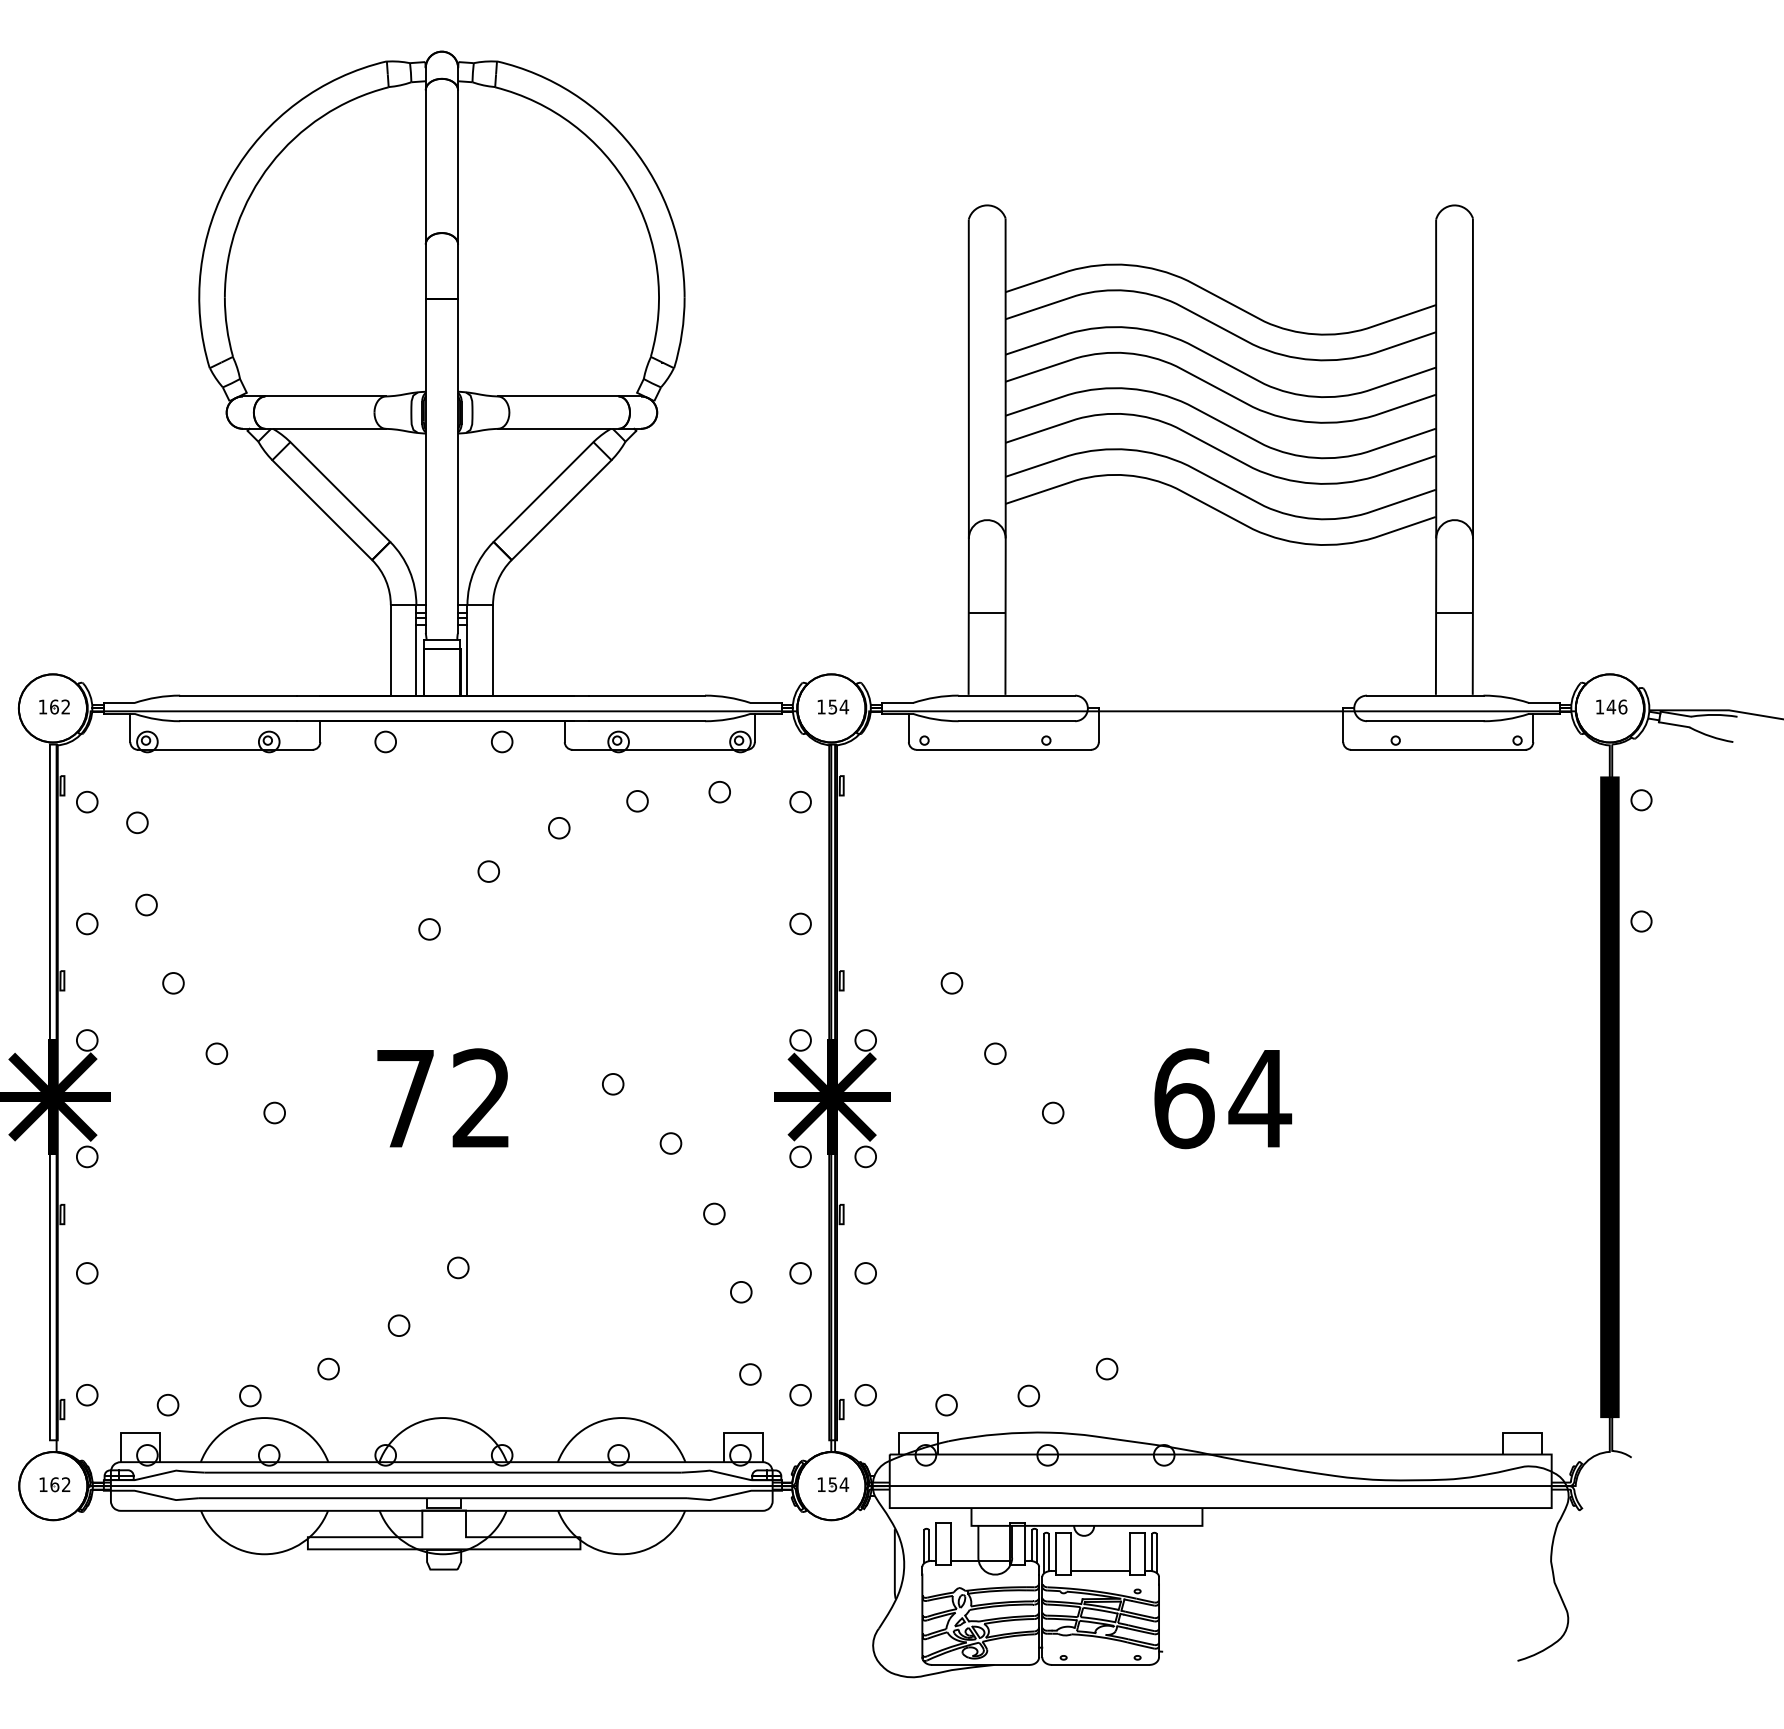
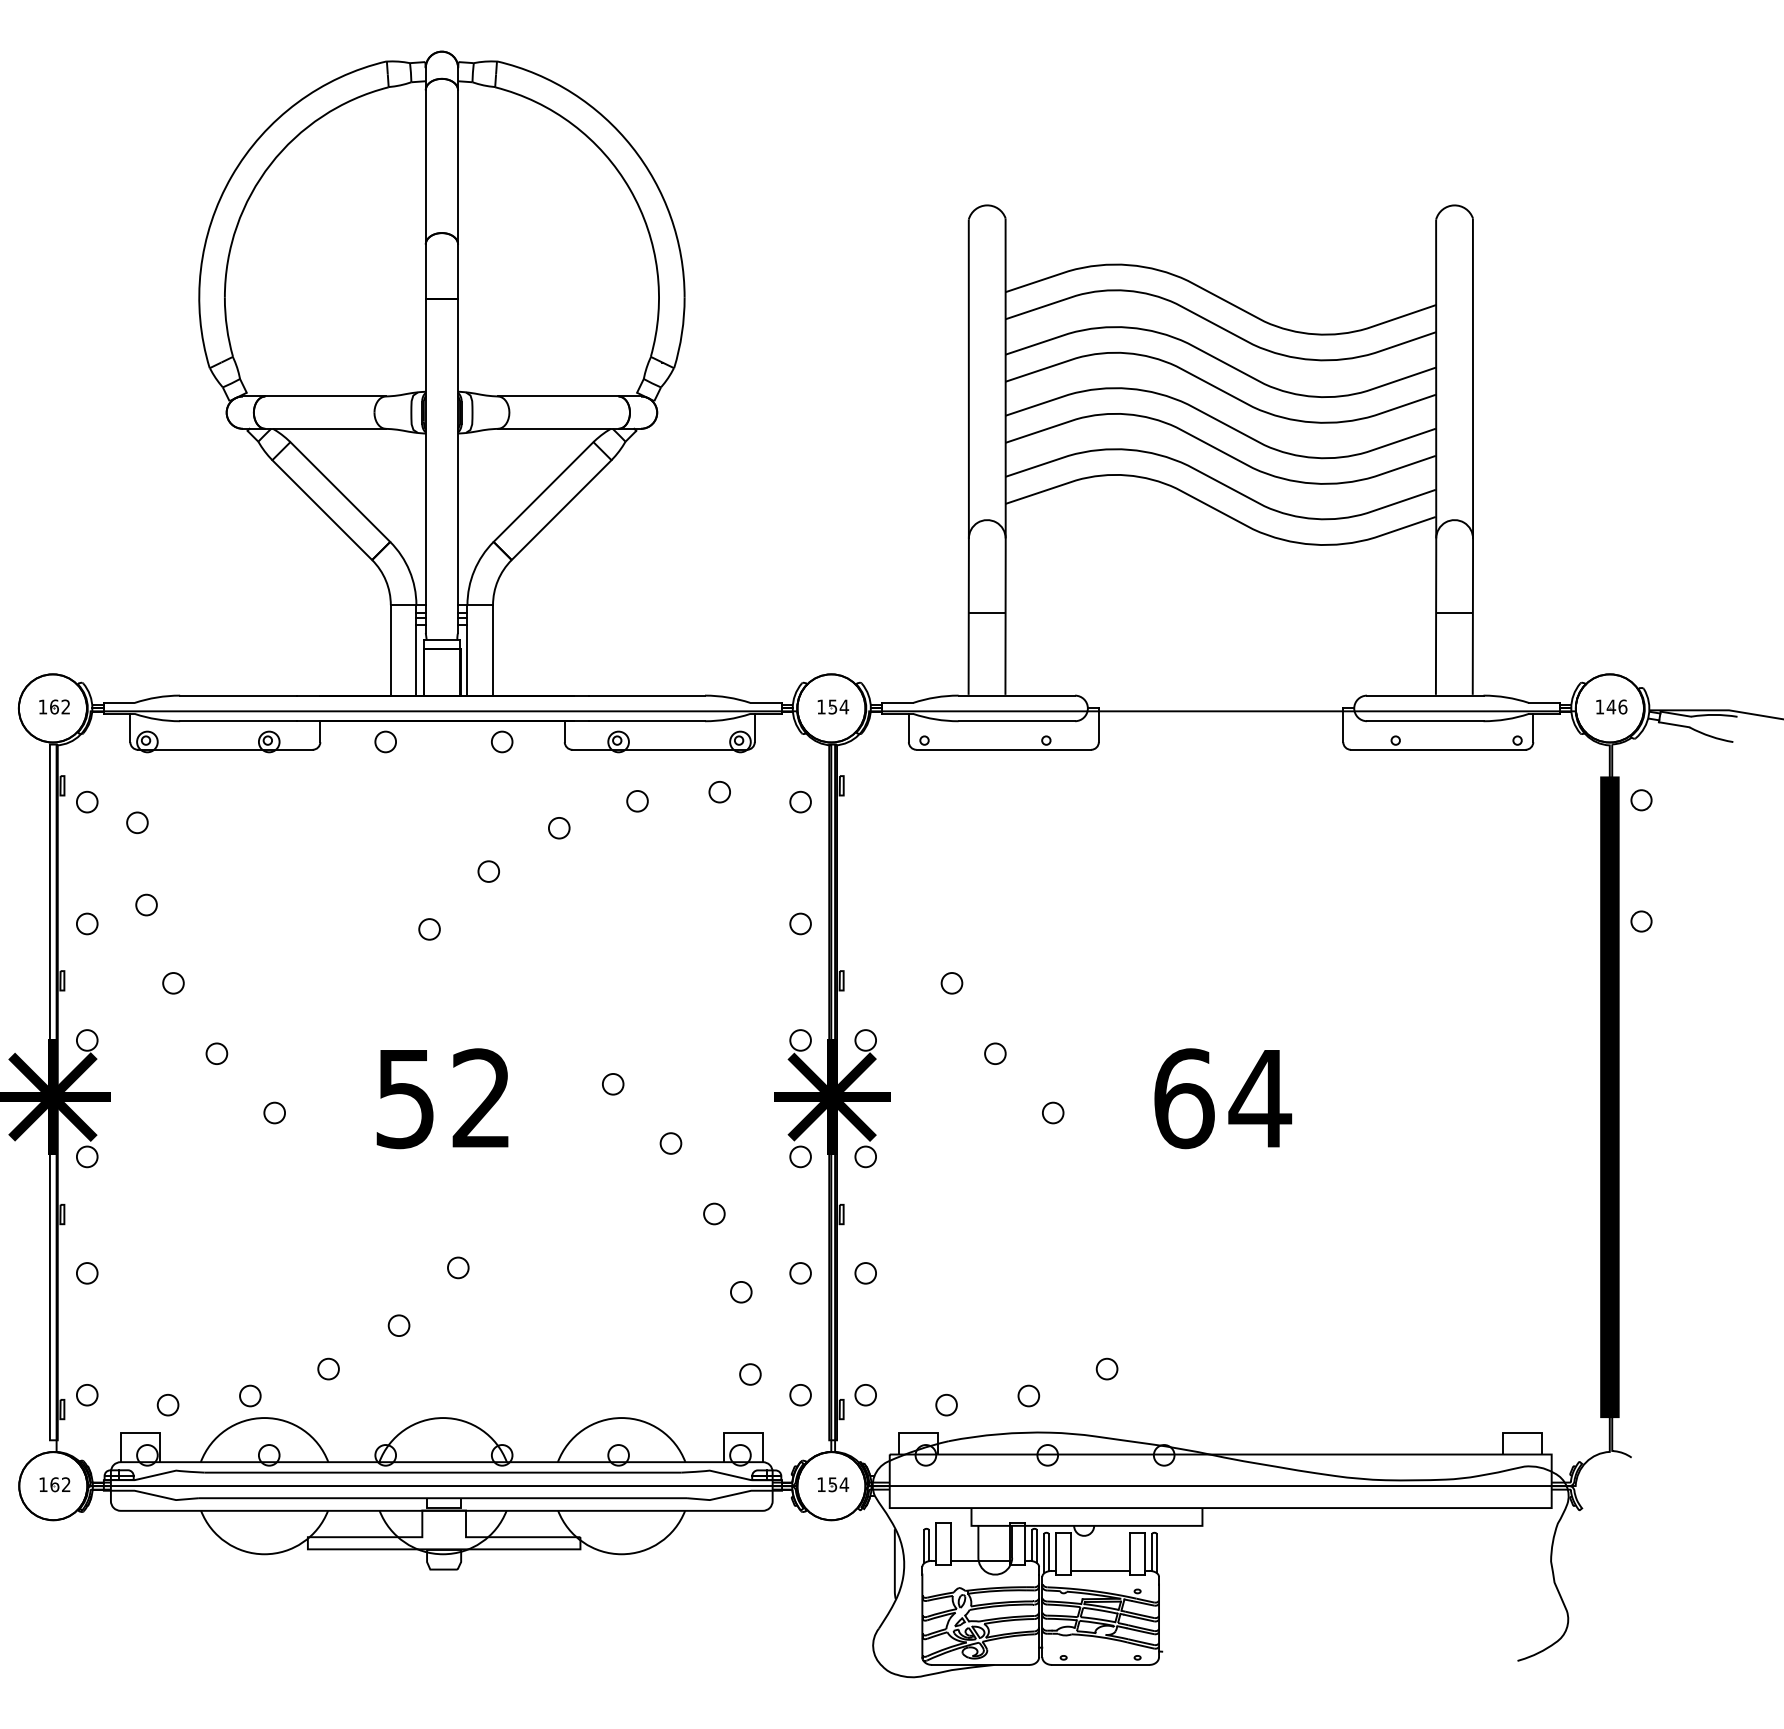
text at (404, 1099): 72 -> 52
